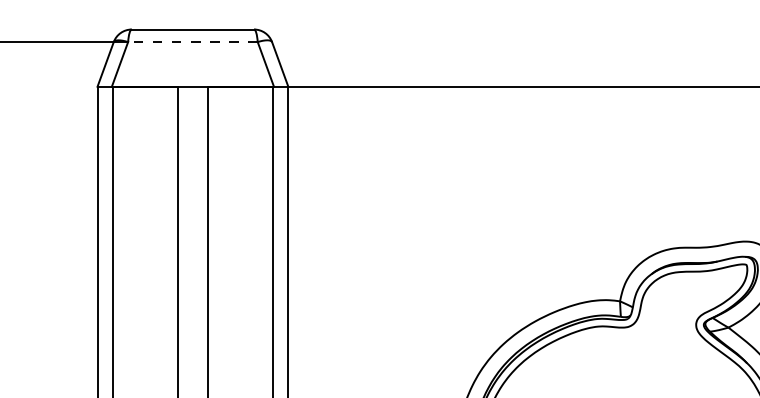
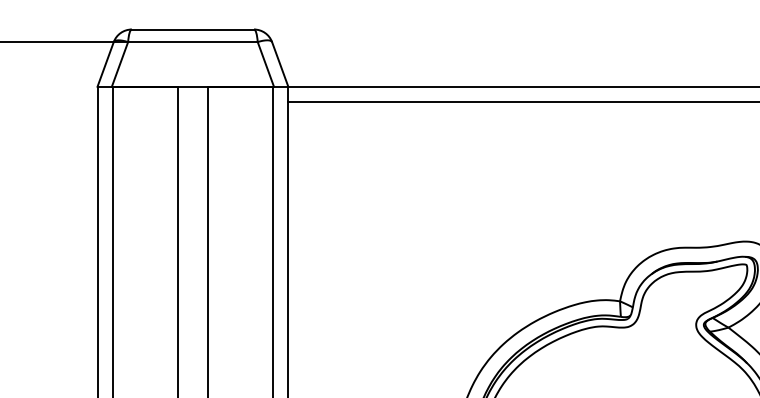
line at (192, 42): dashed -> solid
line at (522, 102): none -> present
